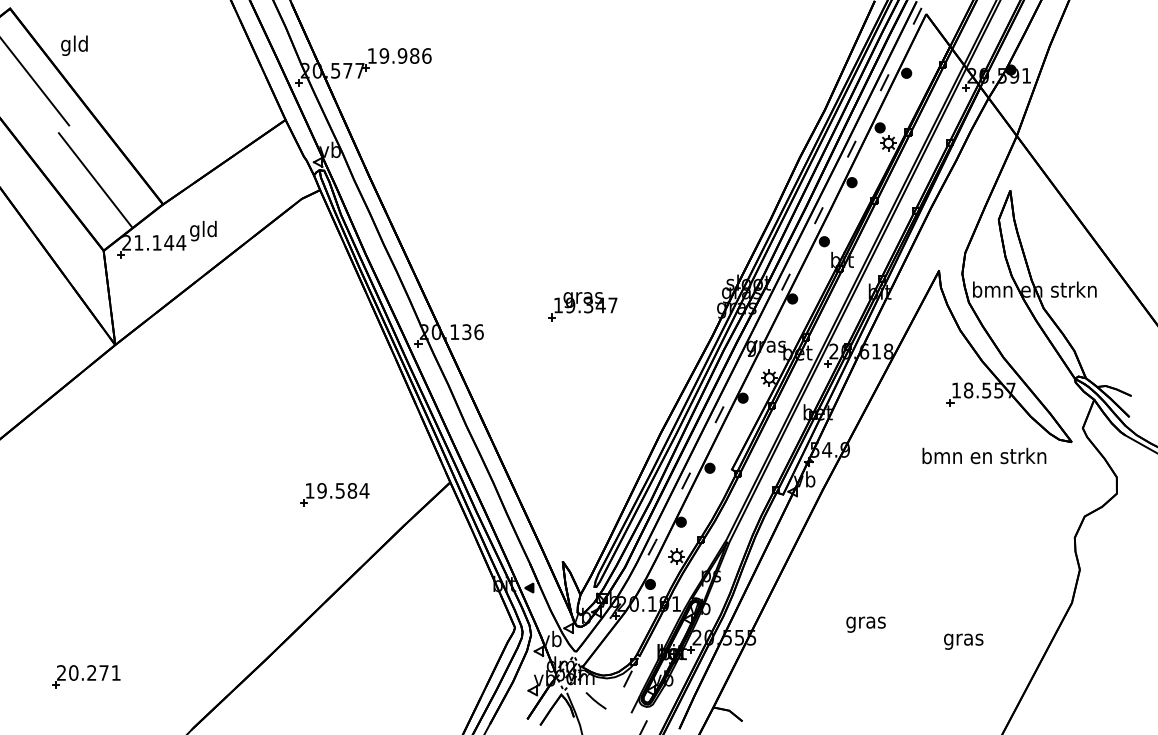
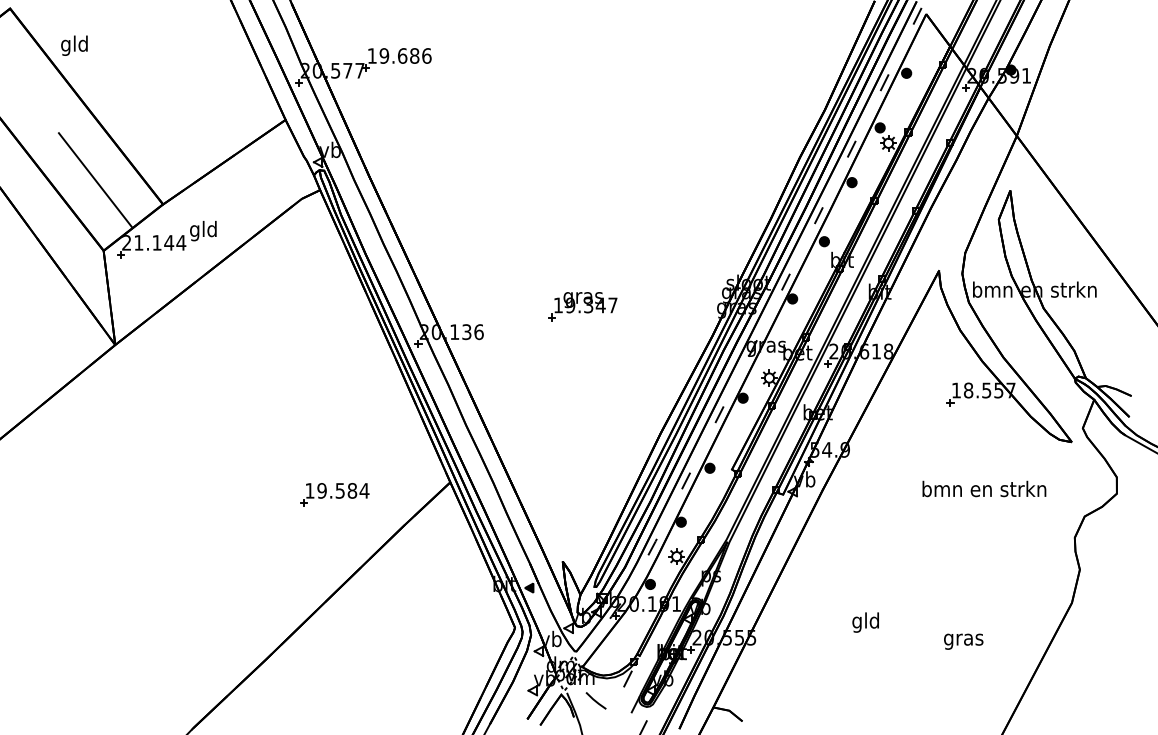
text at (402, 55): 19.986 -> 19.686
line at (35, 82): present -> none
text at (984, 455) position: (984, 455) -> (984, 488)
text at (865, 622): gras -> gld
part at (86, 676): present -> none
